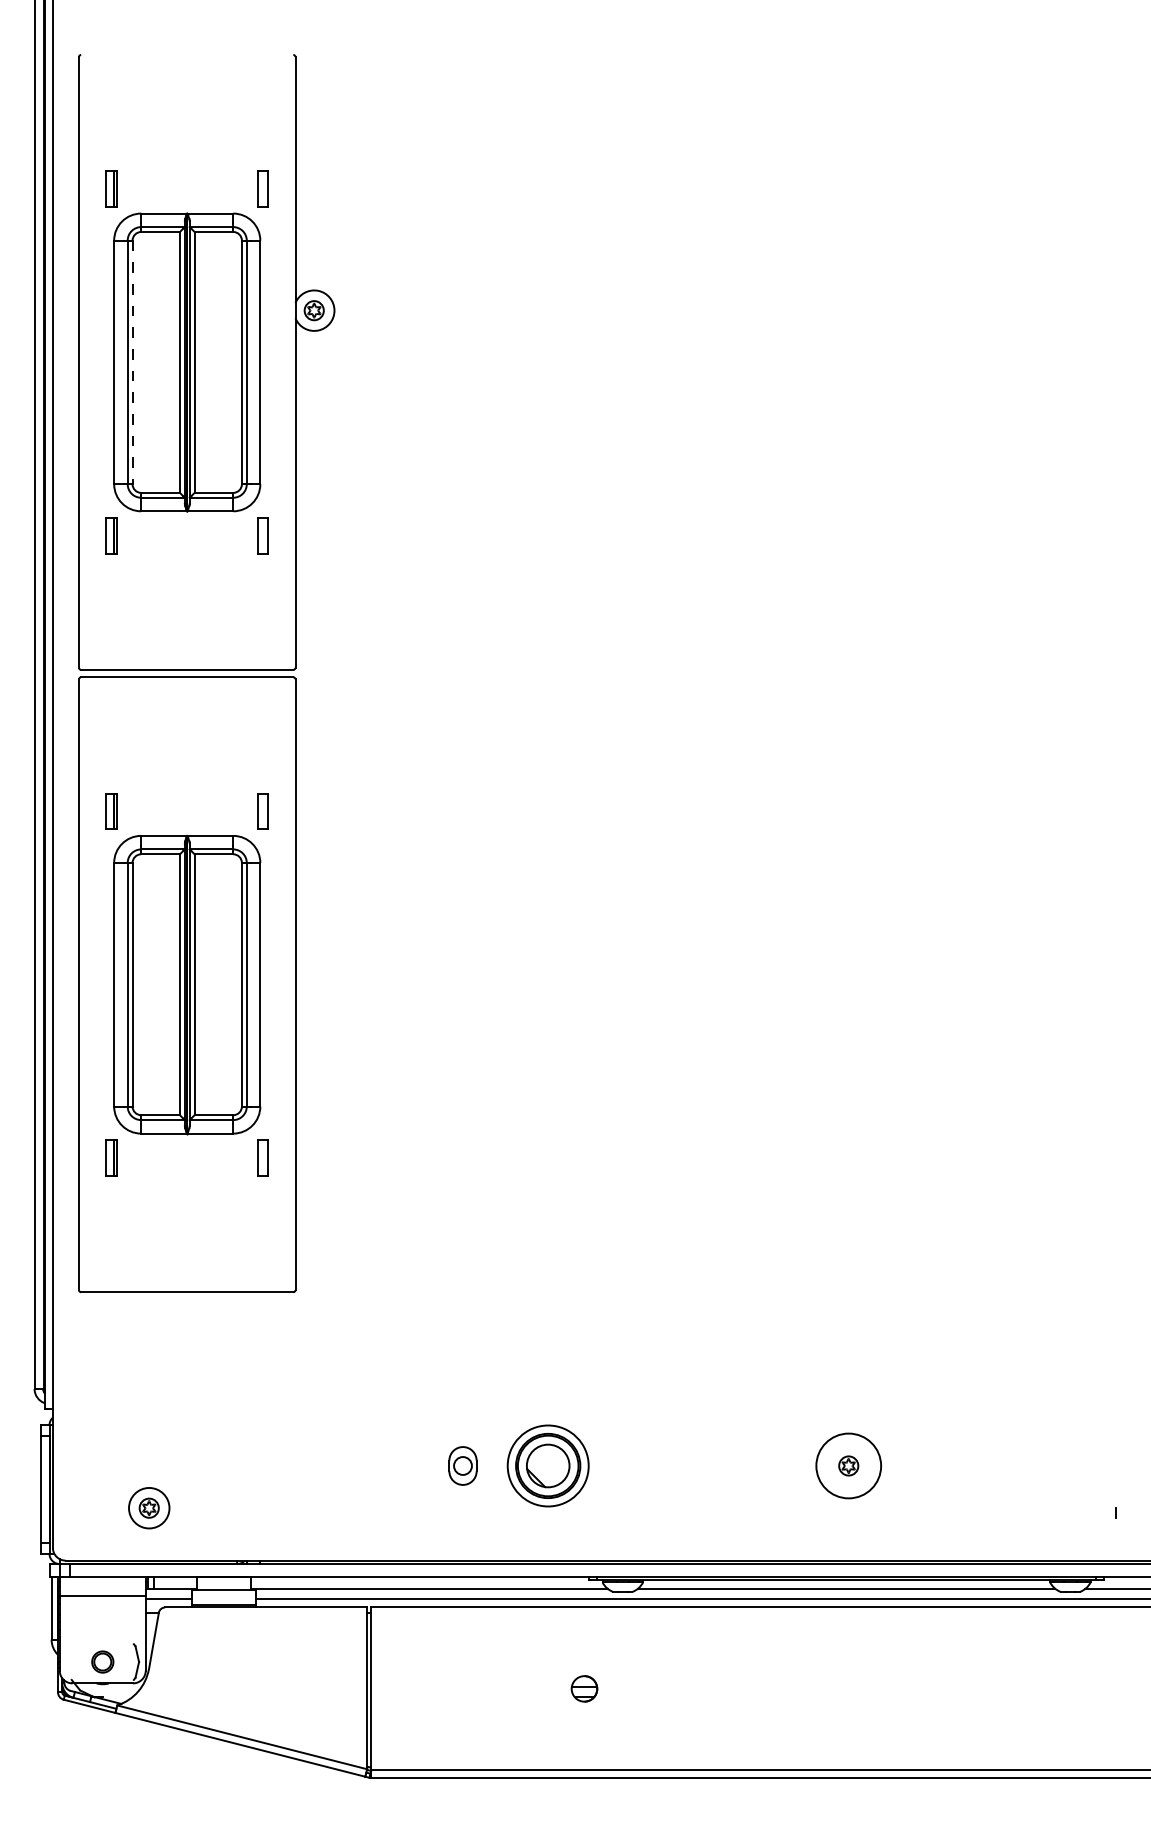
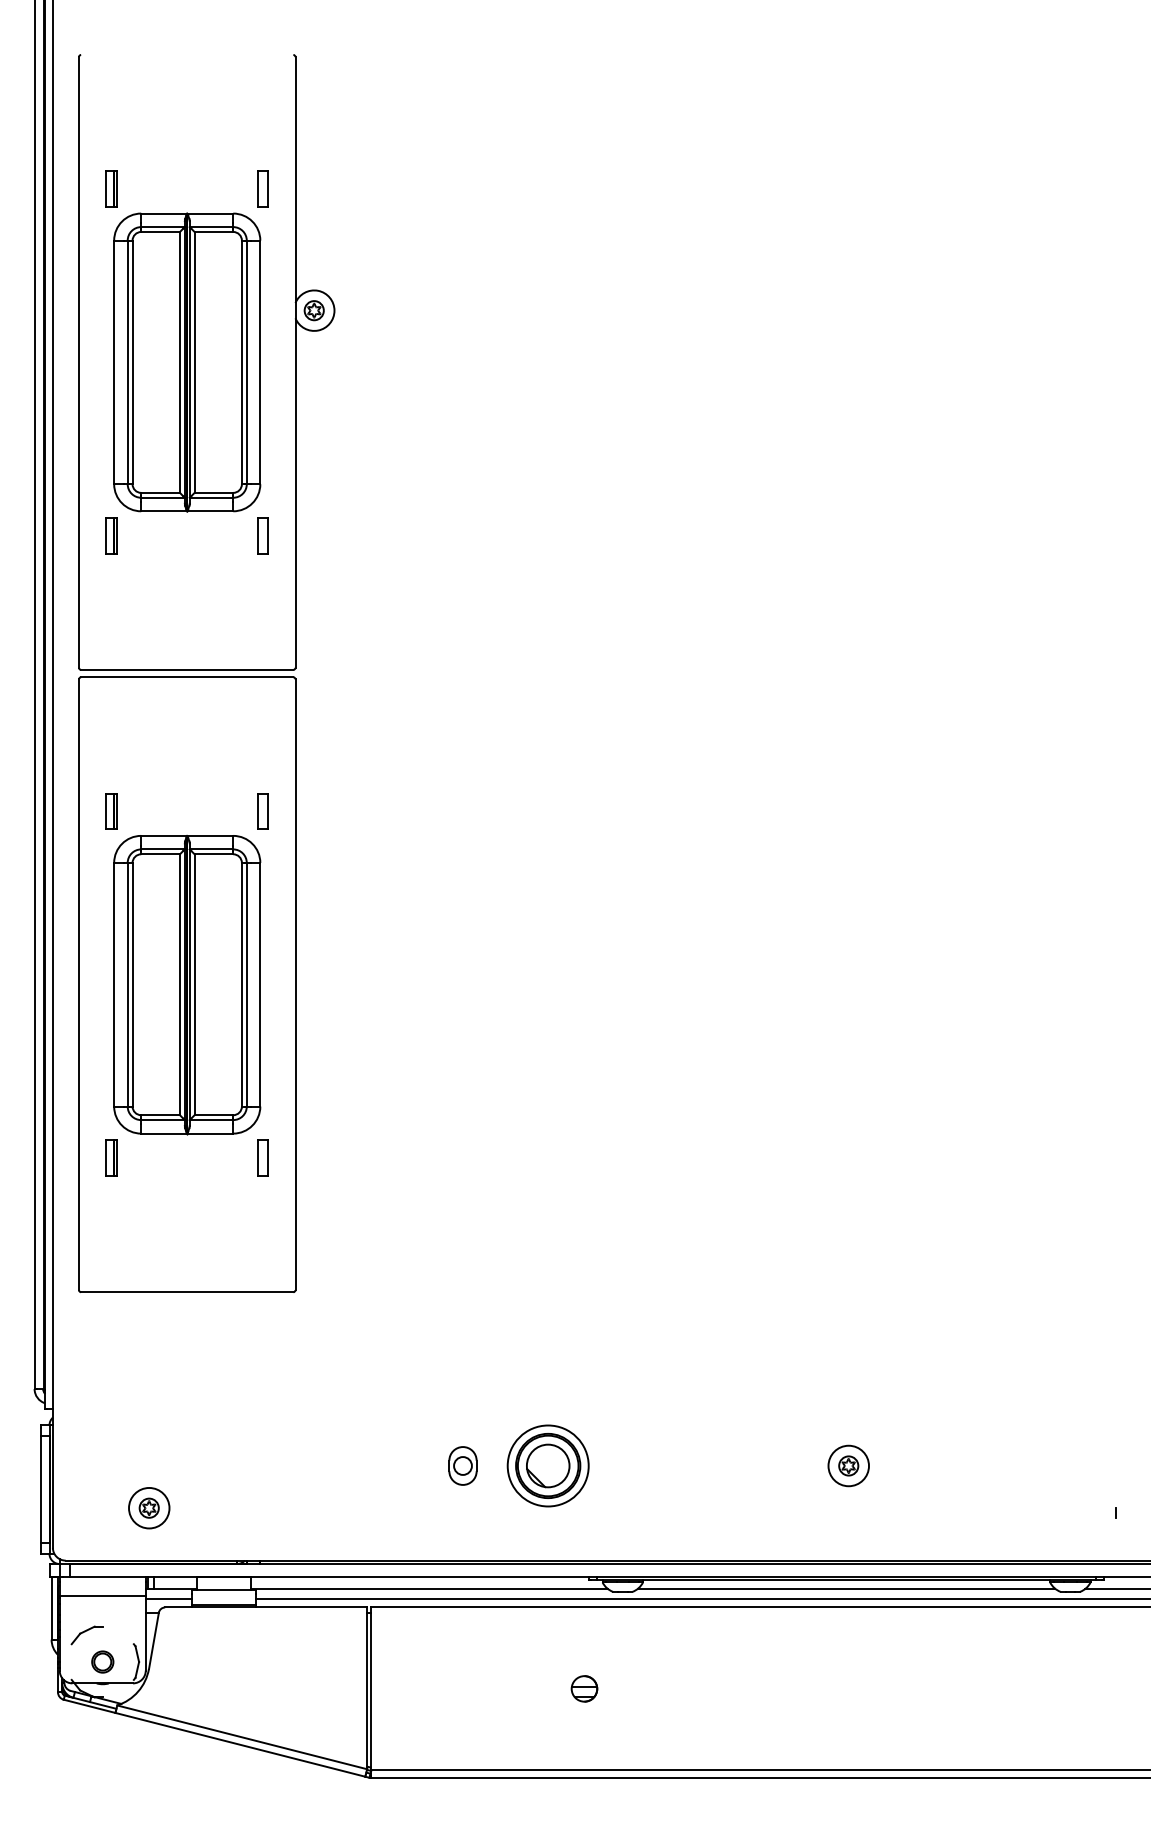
line at (132, 362): dashed -> solid
circle at (848, 1465) diameter: 65 px -> 40 px
part at (86, 1635): none -> present
